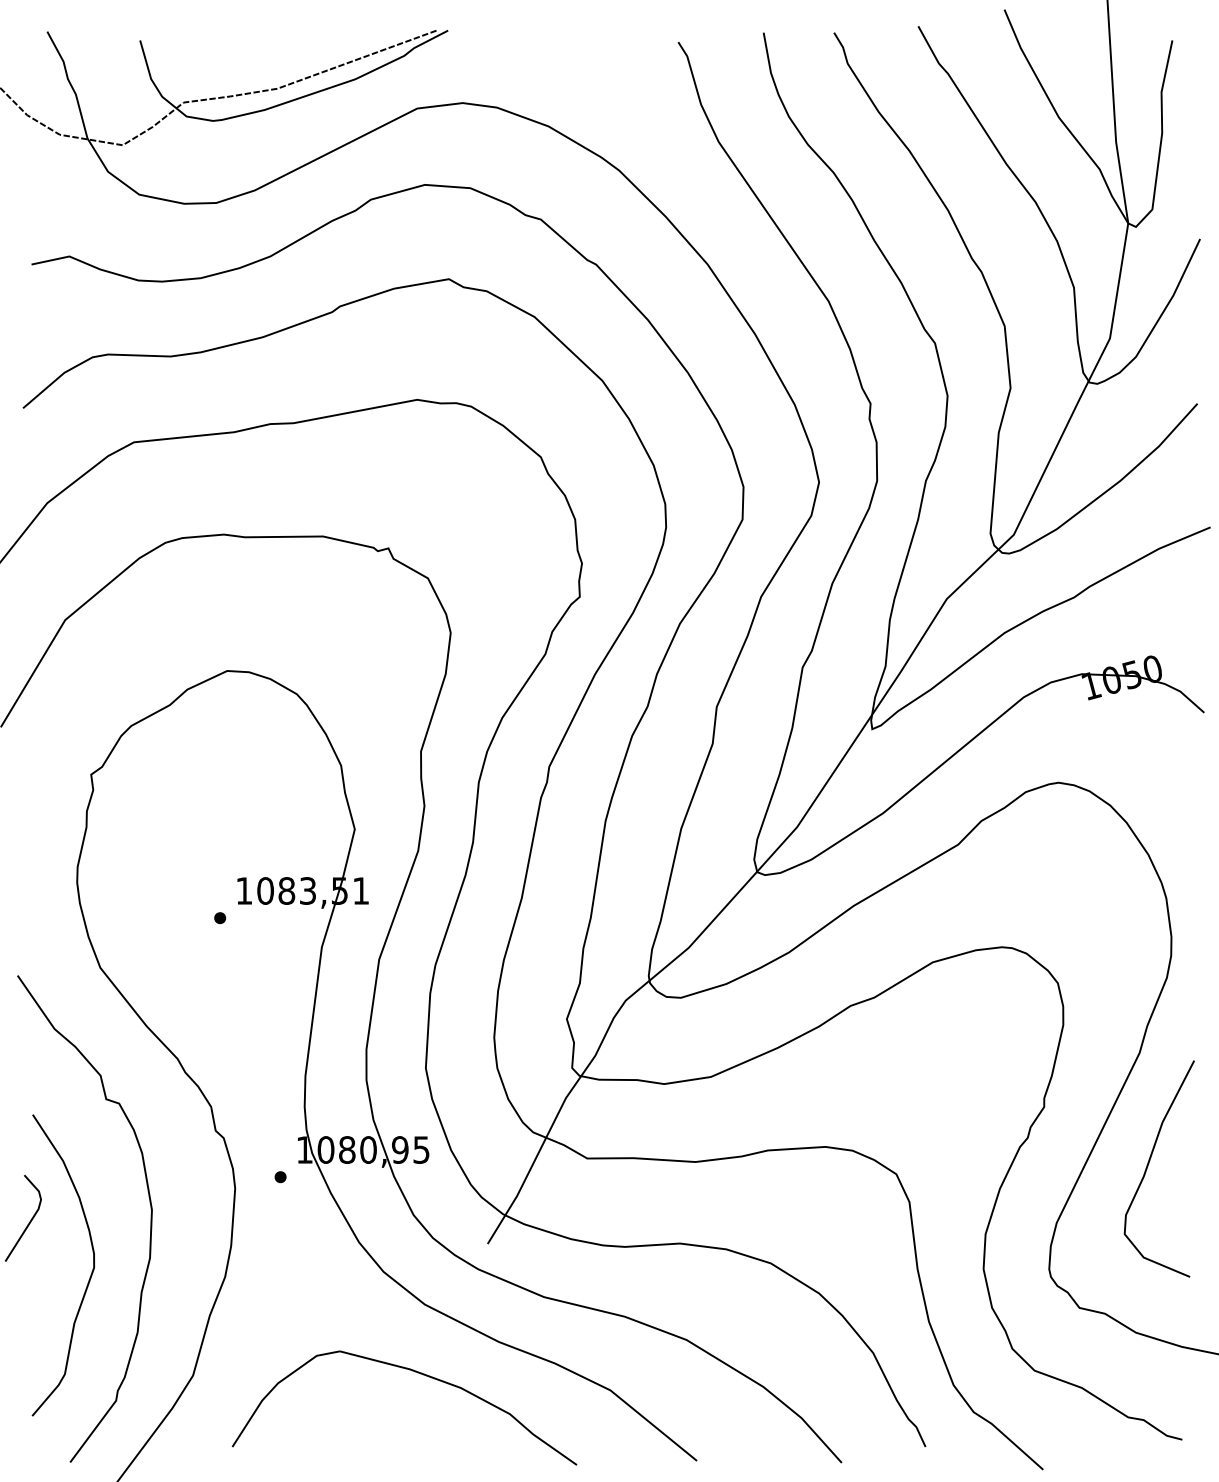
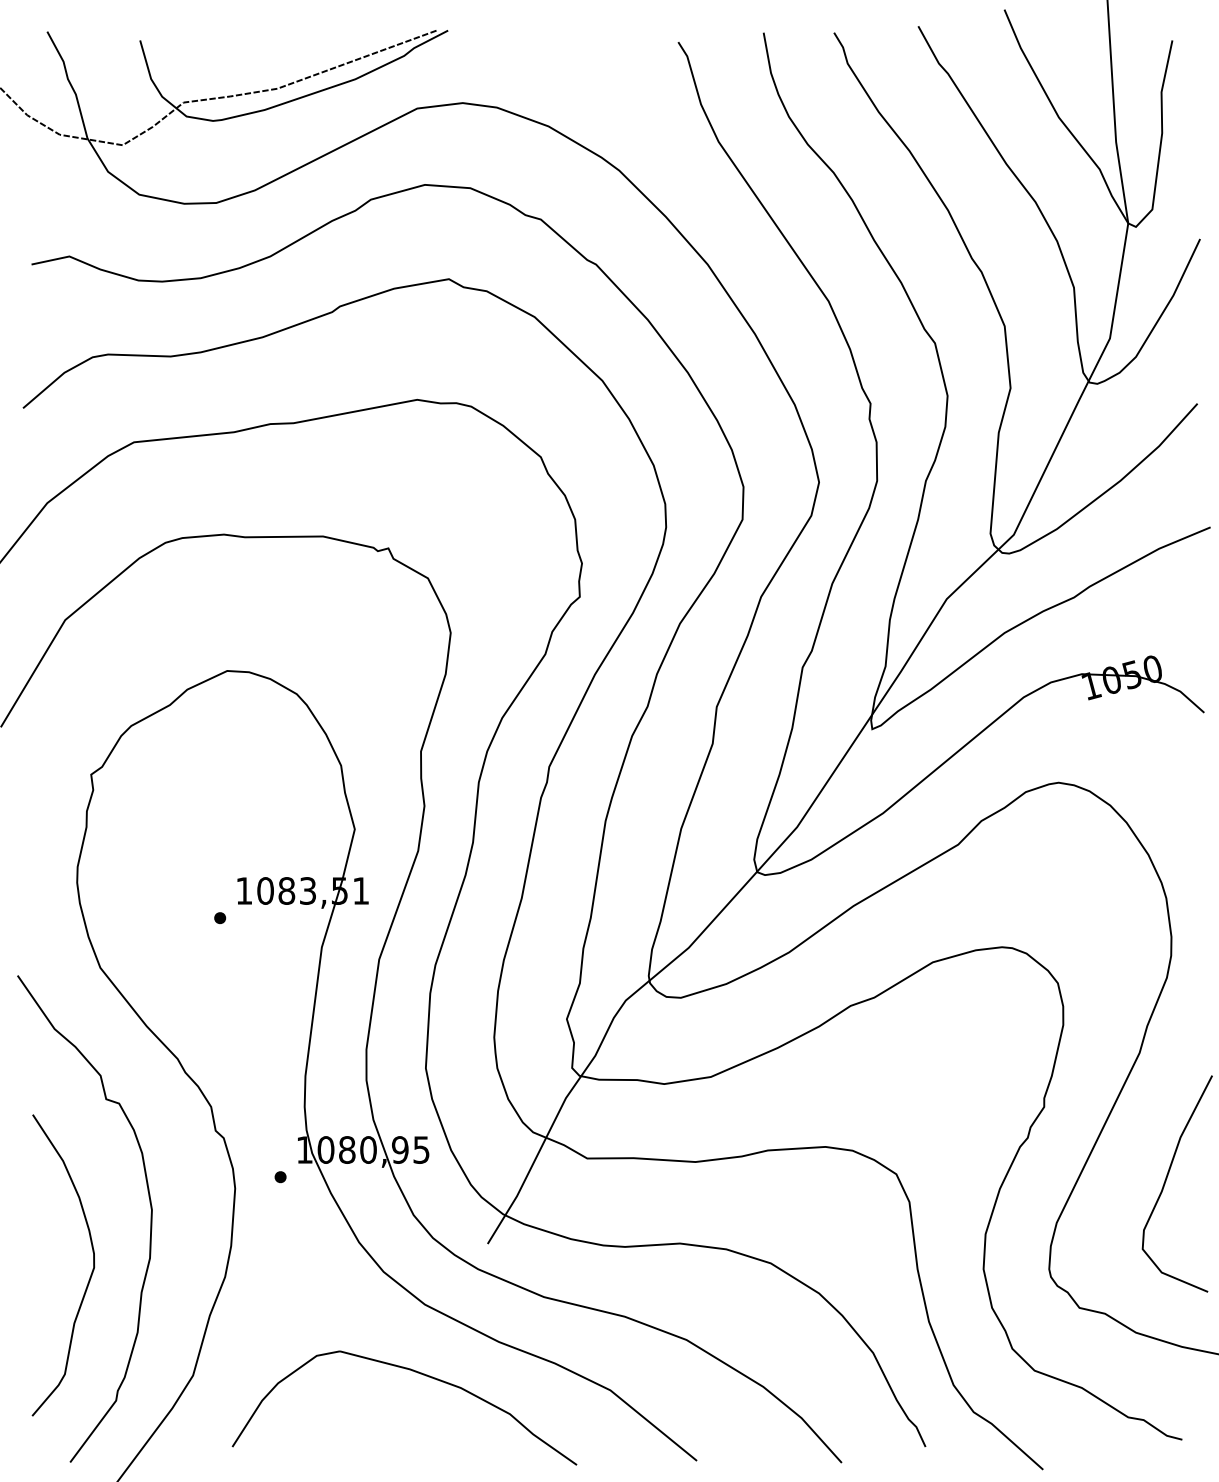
curve at (1148, 1166) position: (1148, 1166) -> (1166, 1181)
line at (29, 1221): present -> none
